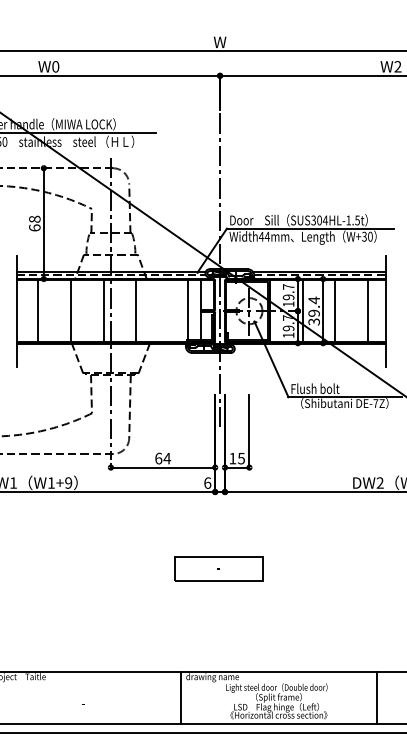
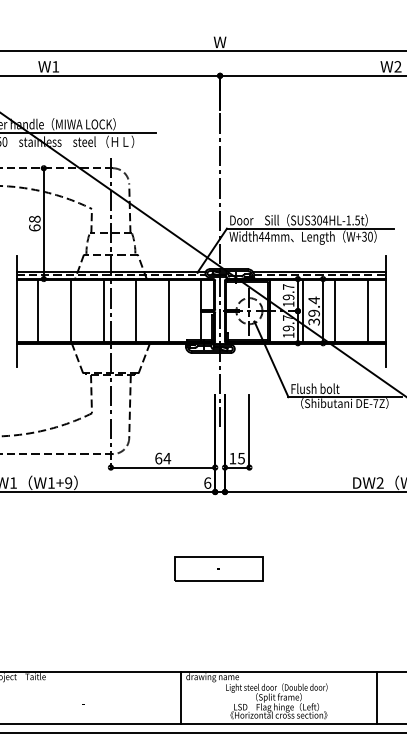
text at (55, 66): W0 -> W1
line at (187, 311) position: (187, 311) -> (168, 311)
